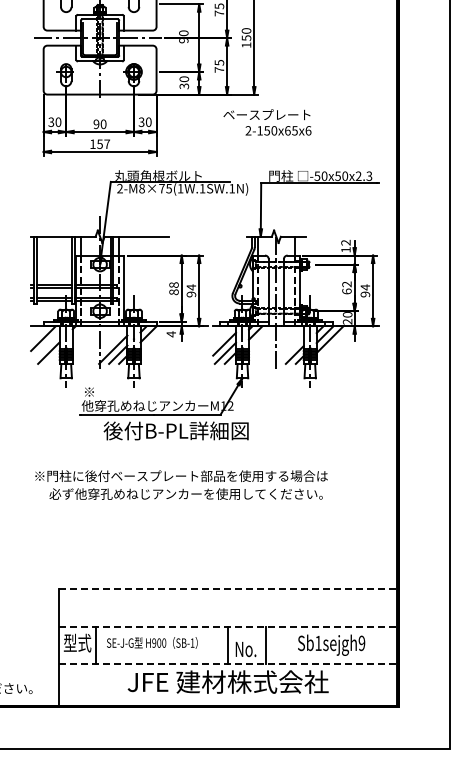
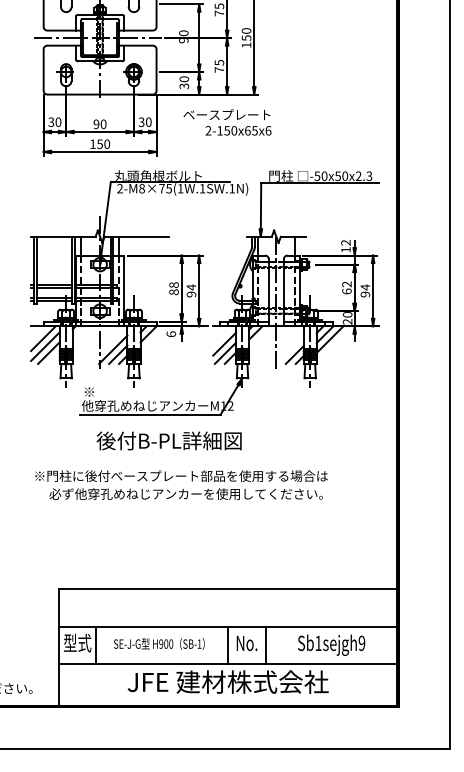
text at (267, 122) position: (267, 122) -> (227, 122)
text at (107, 144): 157 -> 150
text at (171, 334): 4 -> 6
line at (45, 346): none -> present
text at (175, 430) position: (175, 430) -> (168, 440)
line at (228, 588): dashed -> solid
line at (228, 626): dashed -> solid
text at (152, 642) position: (152, 642) -> (159, 643)
text at (245, 649) position: (245, 649) -> (246, 643)
line at (228, 664): dashed -> solid
